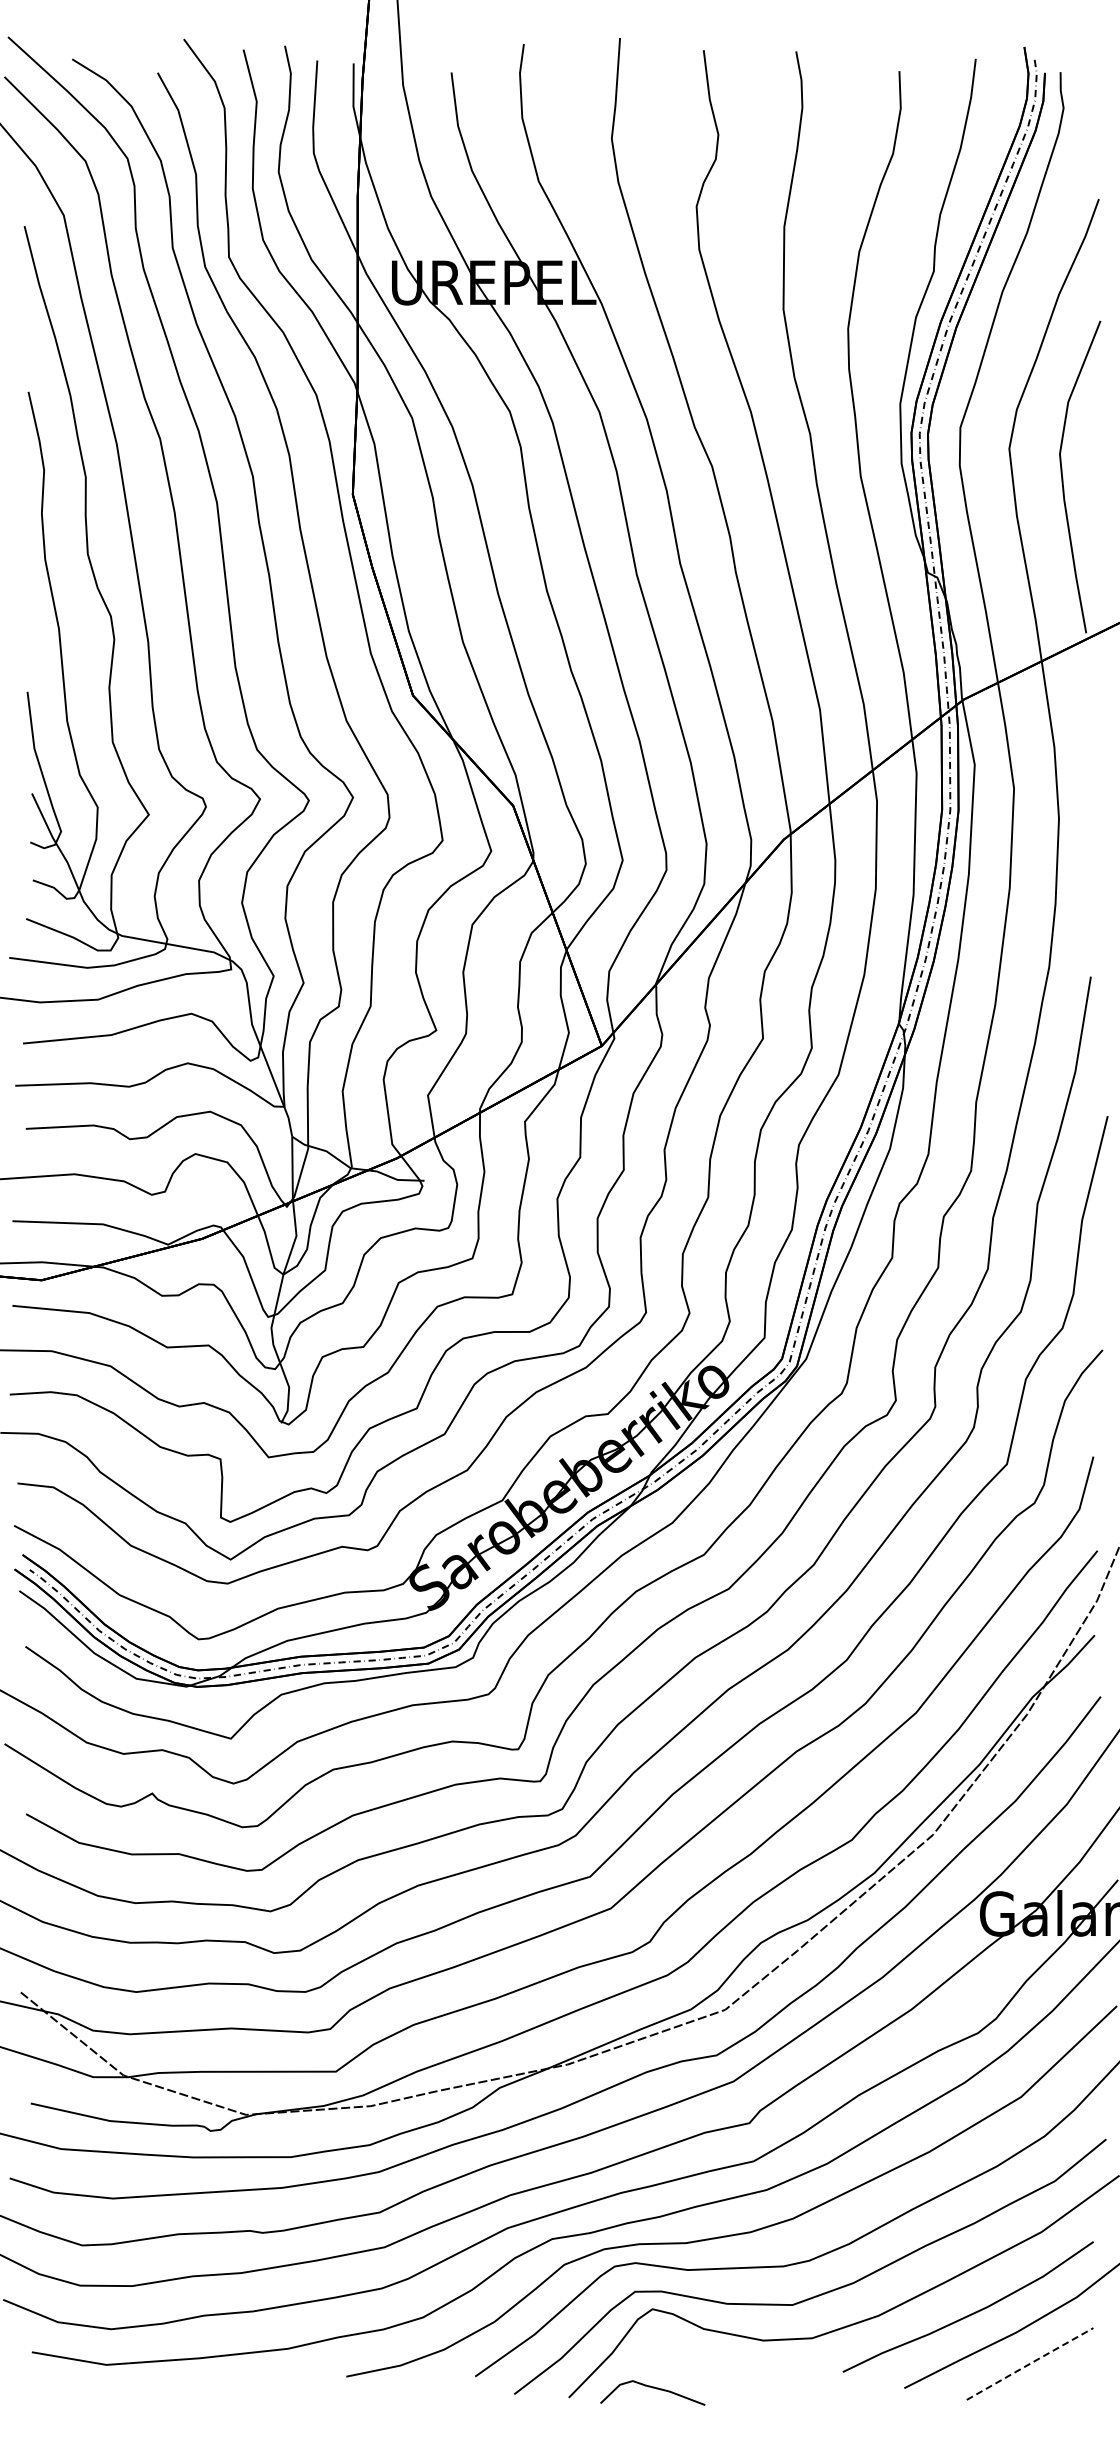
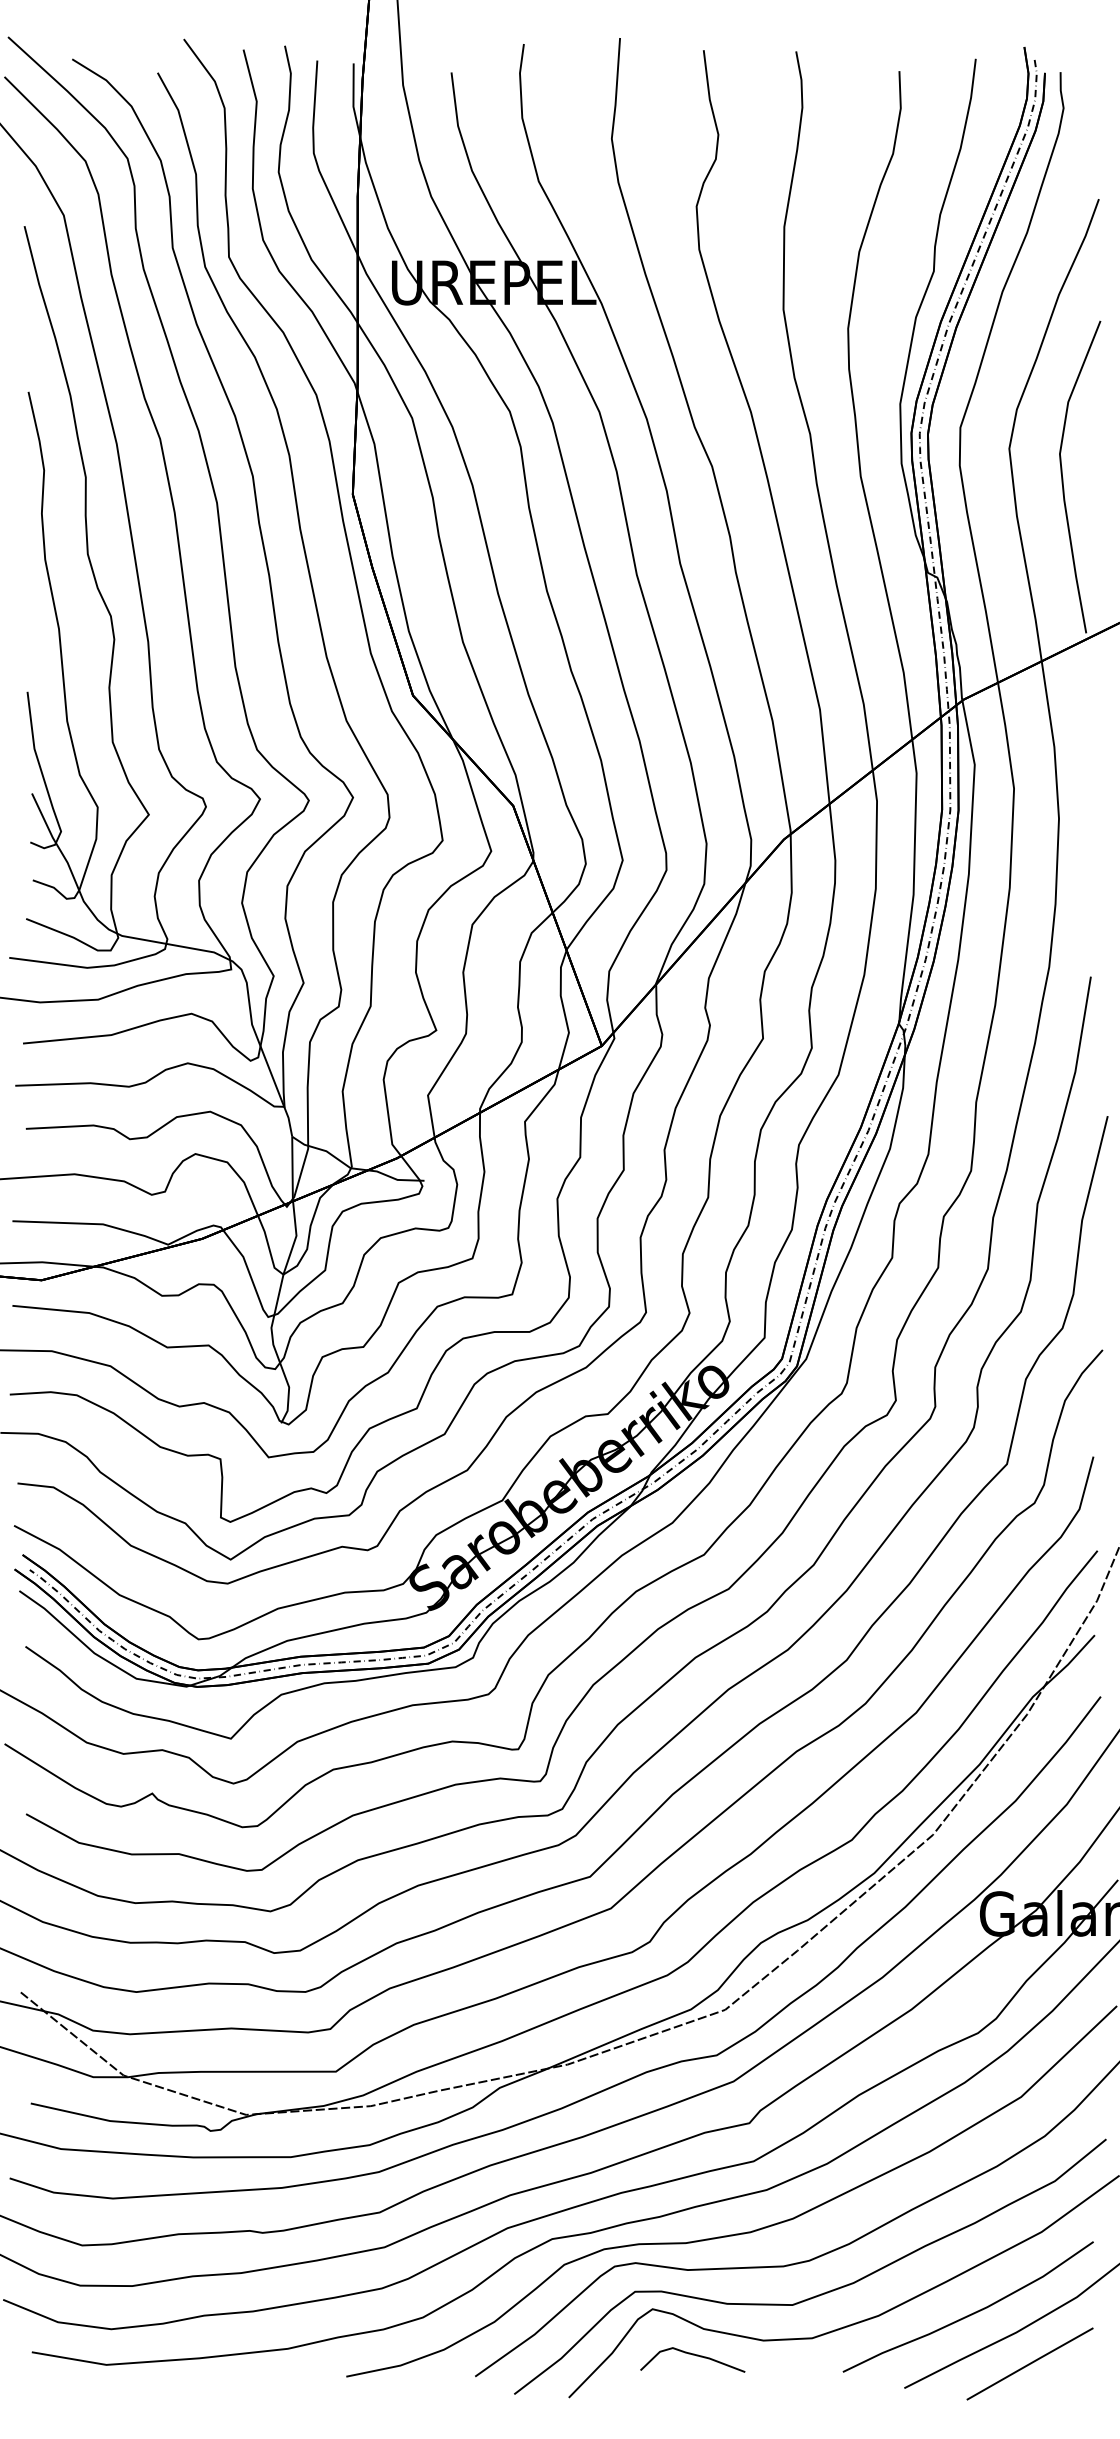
line at (1030, 2363): dashed -> solid
curve at (652, 2388) position: (652, 2388) -> (692, 2355)
